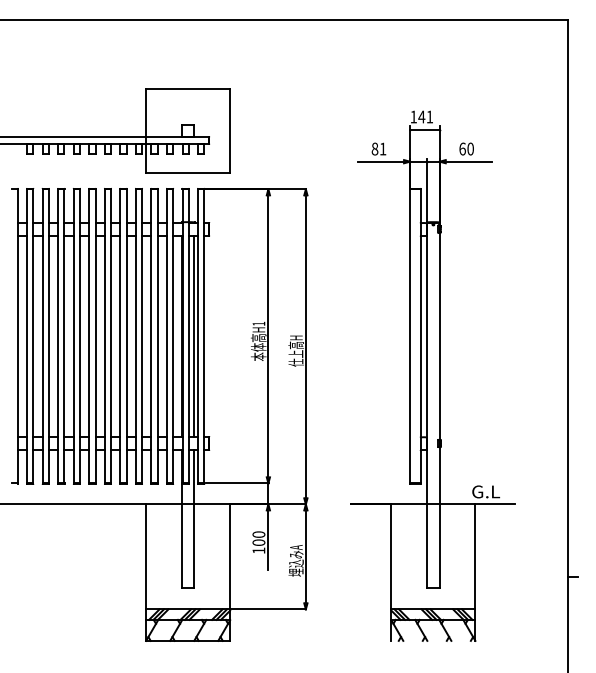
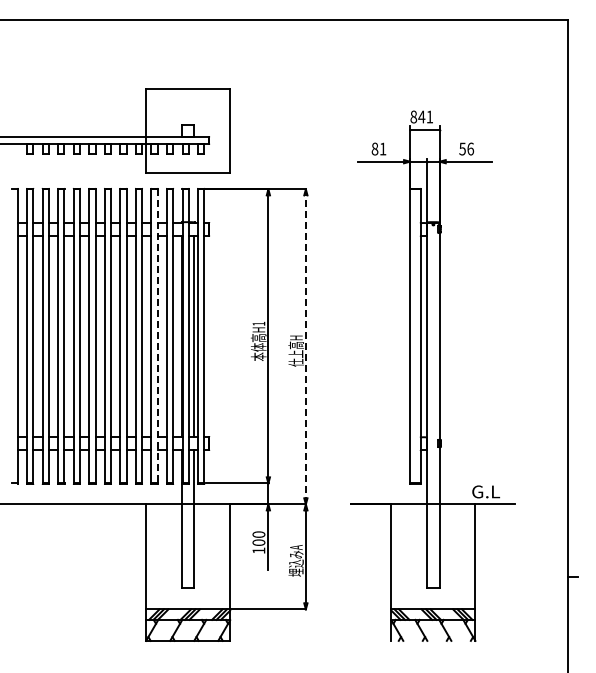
text at (413, 116): 141 -> 841
text at (466, 148): 60 -> 56
line at (157, 336): solid -> dashed
line at (305, 346): solid -> dashed
